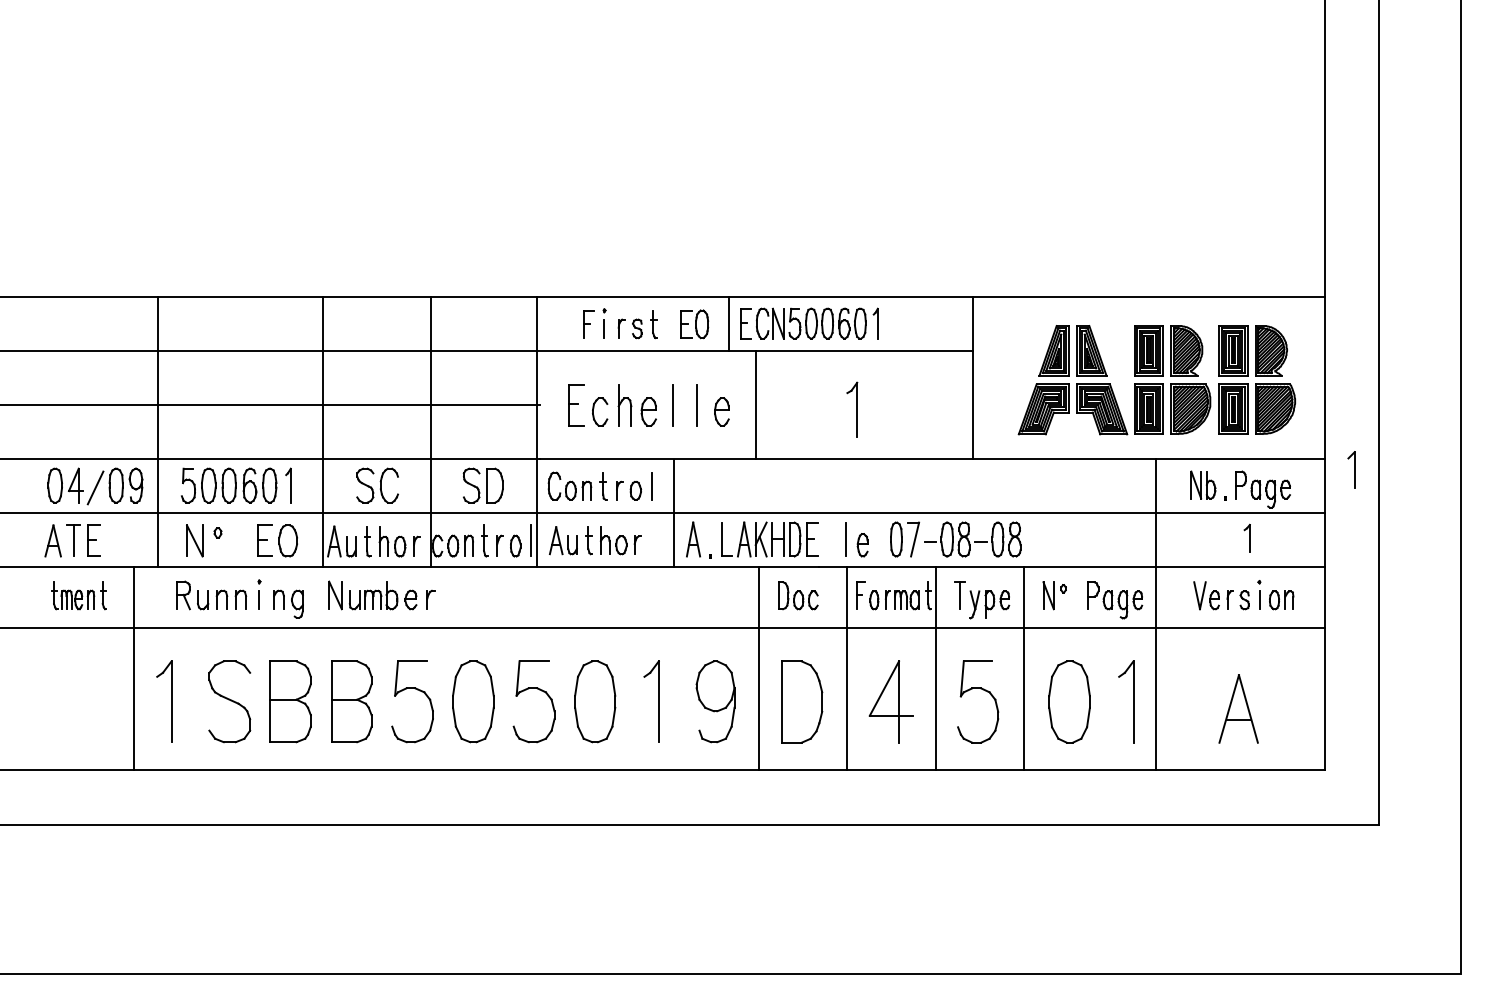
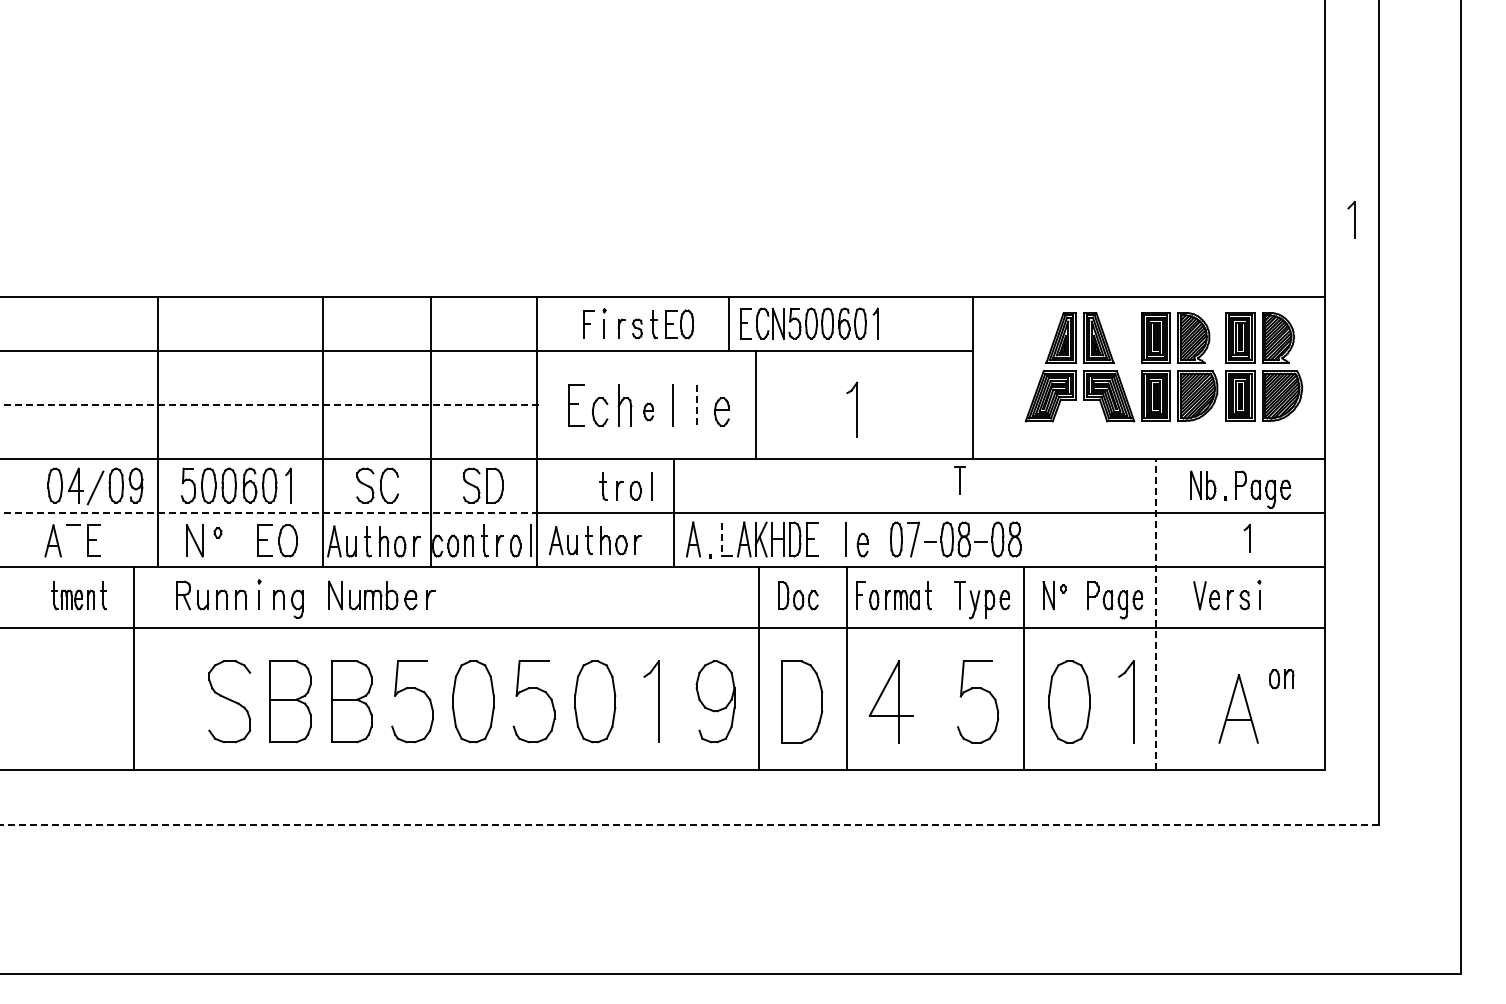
part at (694, 324) position: (694, 324) -> (679, 324)
part at (1156, 380) position: (1156, 380) -> (1163, 367)
line at (270, 405): solid -> dashed
line at (697, 405): solid -> dashed
part at (648, 411) size: 17x30 px -> 11x20 px
part at (1351, 469) position: (1351, 469) -> (1351, 219)
part at (959, 480): none -> present
part at (569, 485): present -> none
line at (269, 513): solid -> dashed
line at (722, 539): solid -> dashed
line at (73, 540): present -> none
part at (1281, 600) position: (1281, 600) -> (1281, 679)
line at (1156, 614): solid -> dashed
line at (935, 668): present -> none
part at (171, 701): present -> none
line at (690, 824): solid -> dashed
